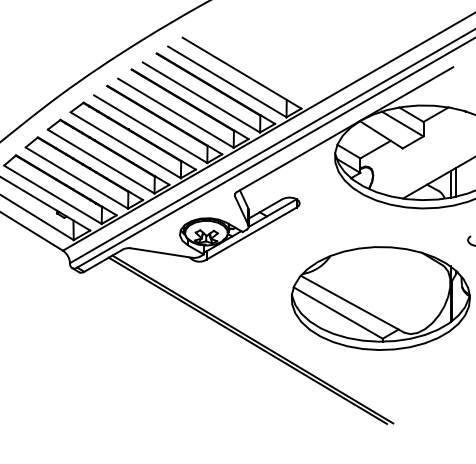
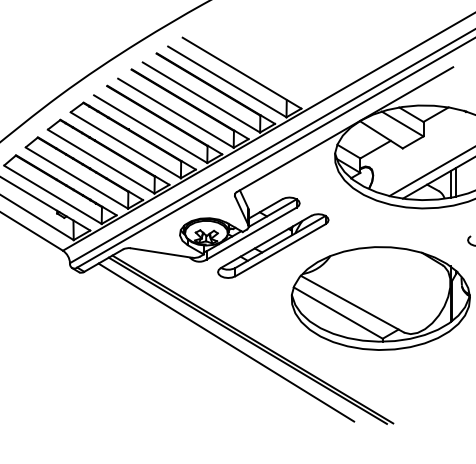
line at (430, 172): none -> present
part at (273, 245): none -> present
line at (226, 342): none -> present
